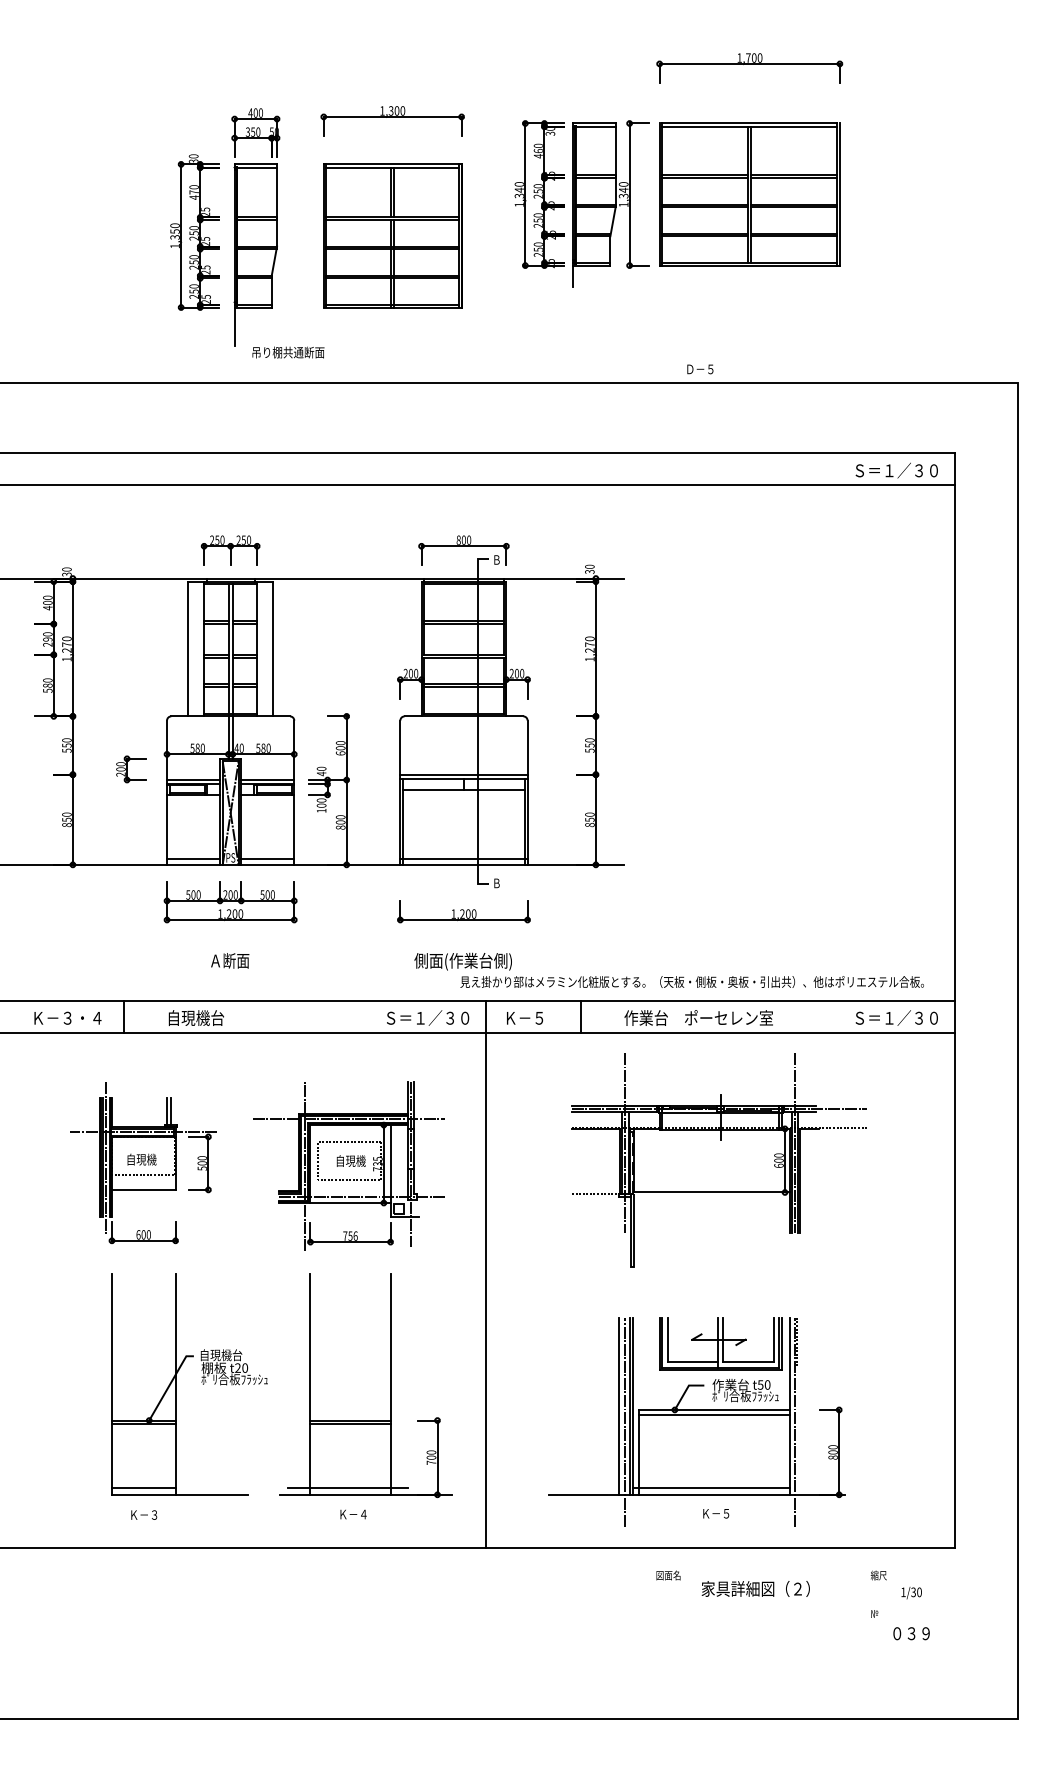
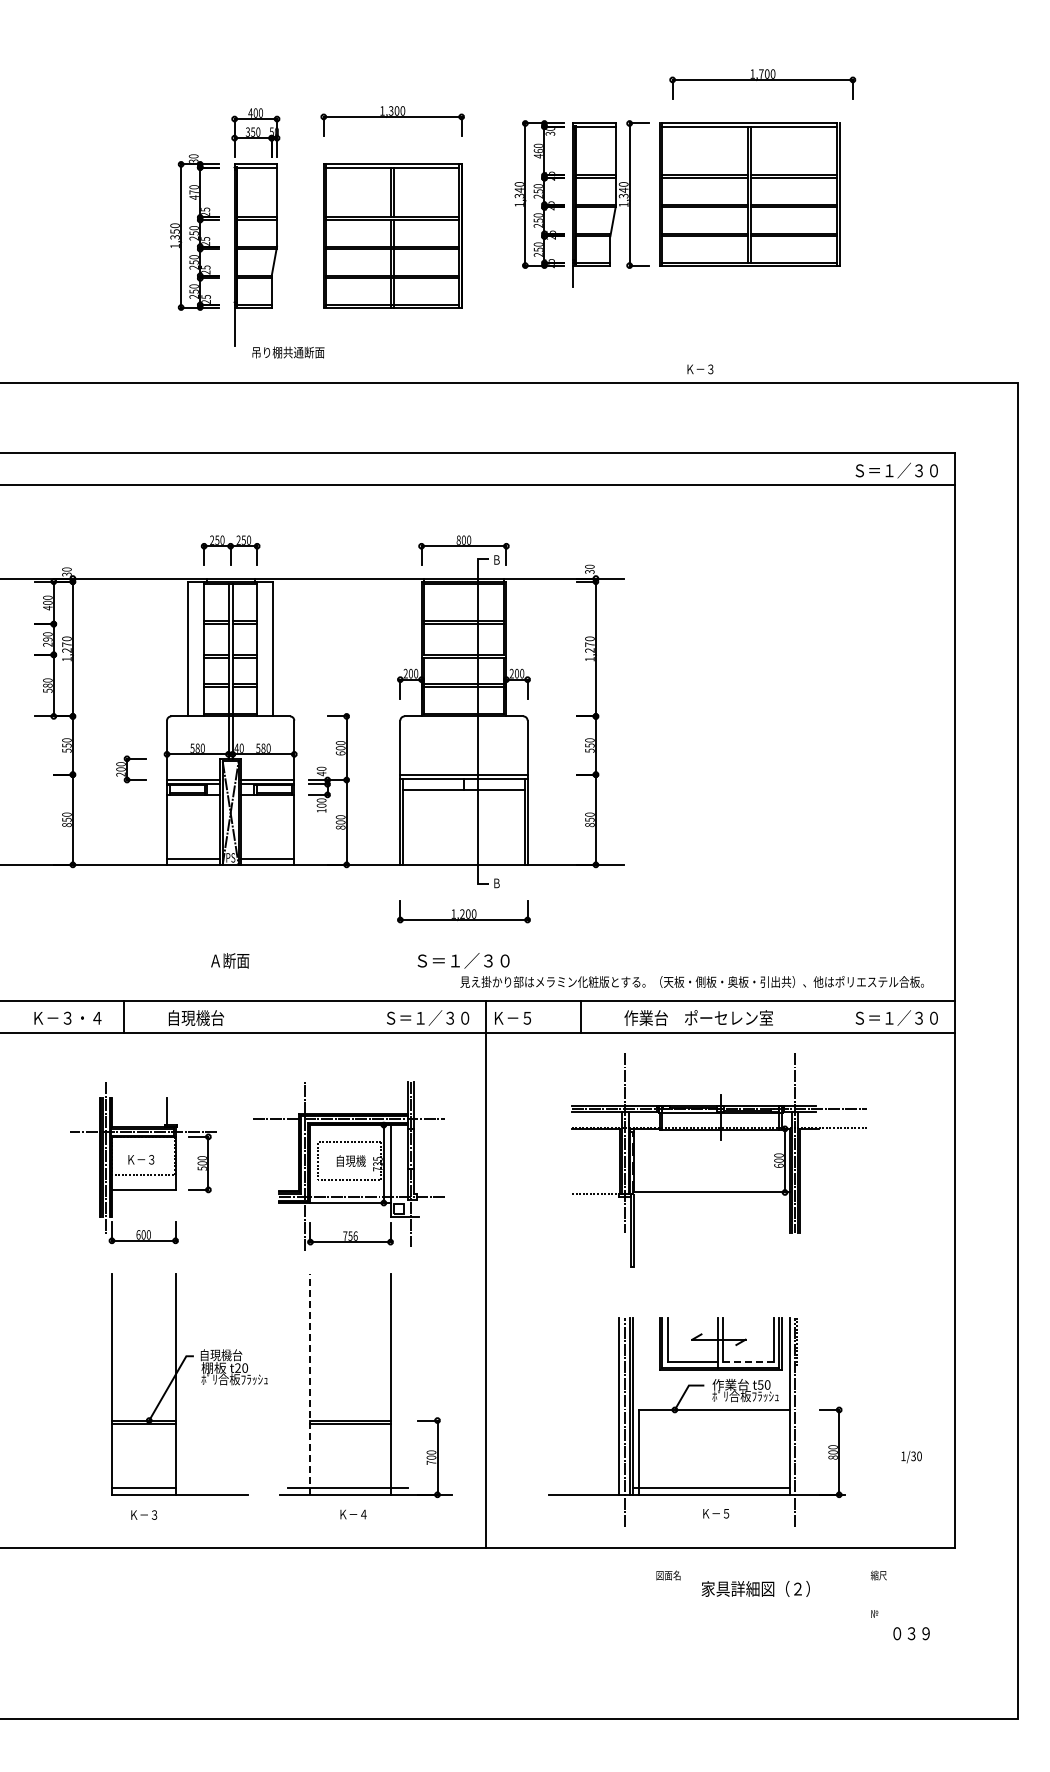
part at (749, 68) position: (749, 68) -> (762, 84)
text at (700, 369): Ｄ－５ -> Ｋ－３
line at (463, 858): present -> none
part at (230, 902): present -> none
text at (462, 961): 側面(作業台側) -> Ｓ＝１／３０
text at (525, 1018) position: (525, 1018) -> (513, 1018)
line at (171, 1111): present -> none
text at (141, 1159): 自現機 -> Ｋ－３
line at (748, 1362): solid -> dashed
line at (310, 1384): solid -> dashed
line at (714, 1415): present -> none
text at (911, 1593) position: (911, 1593) -> (911, 1457)
